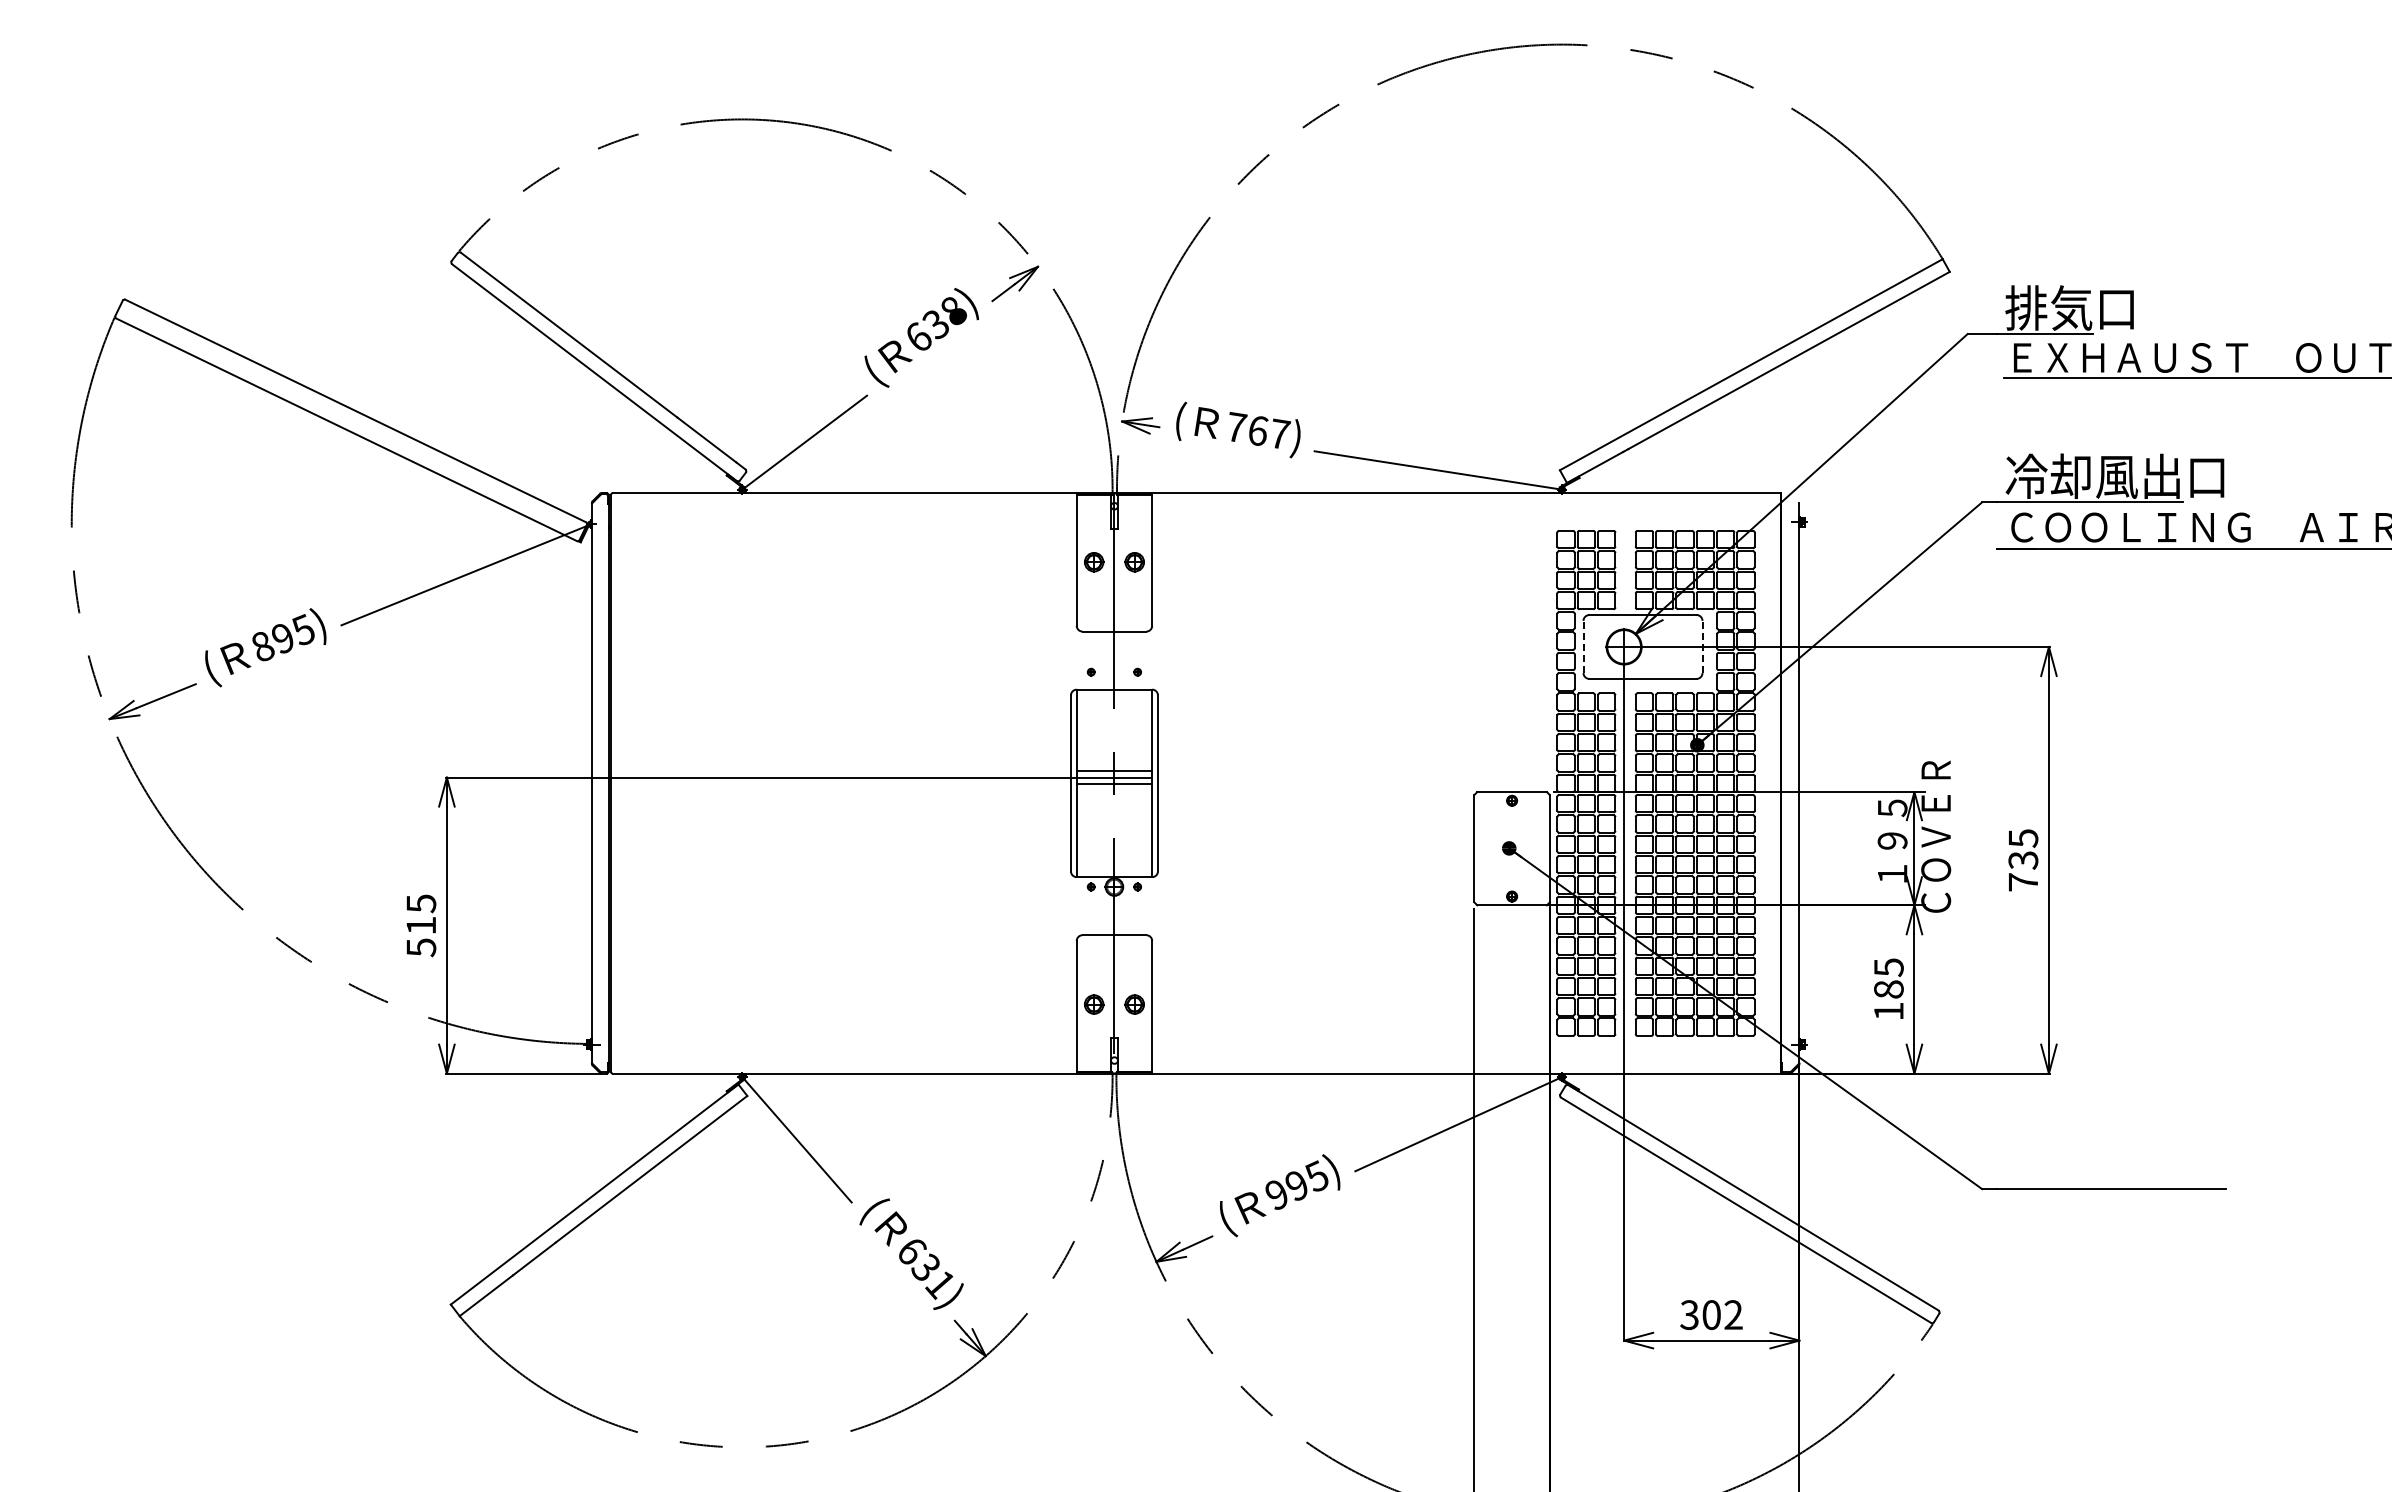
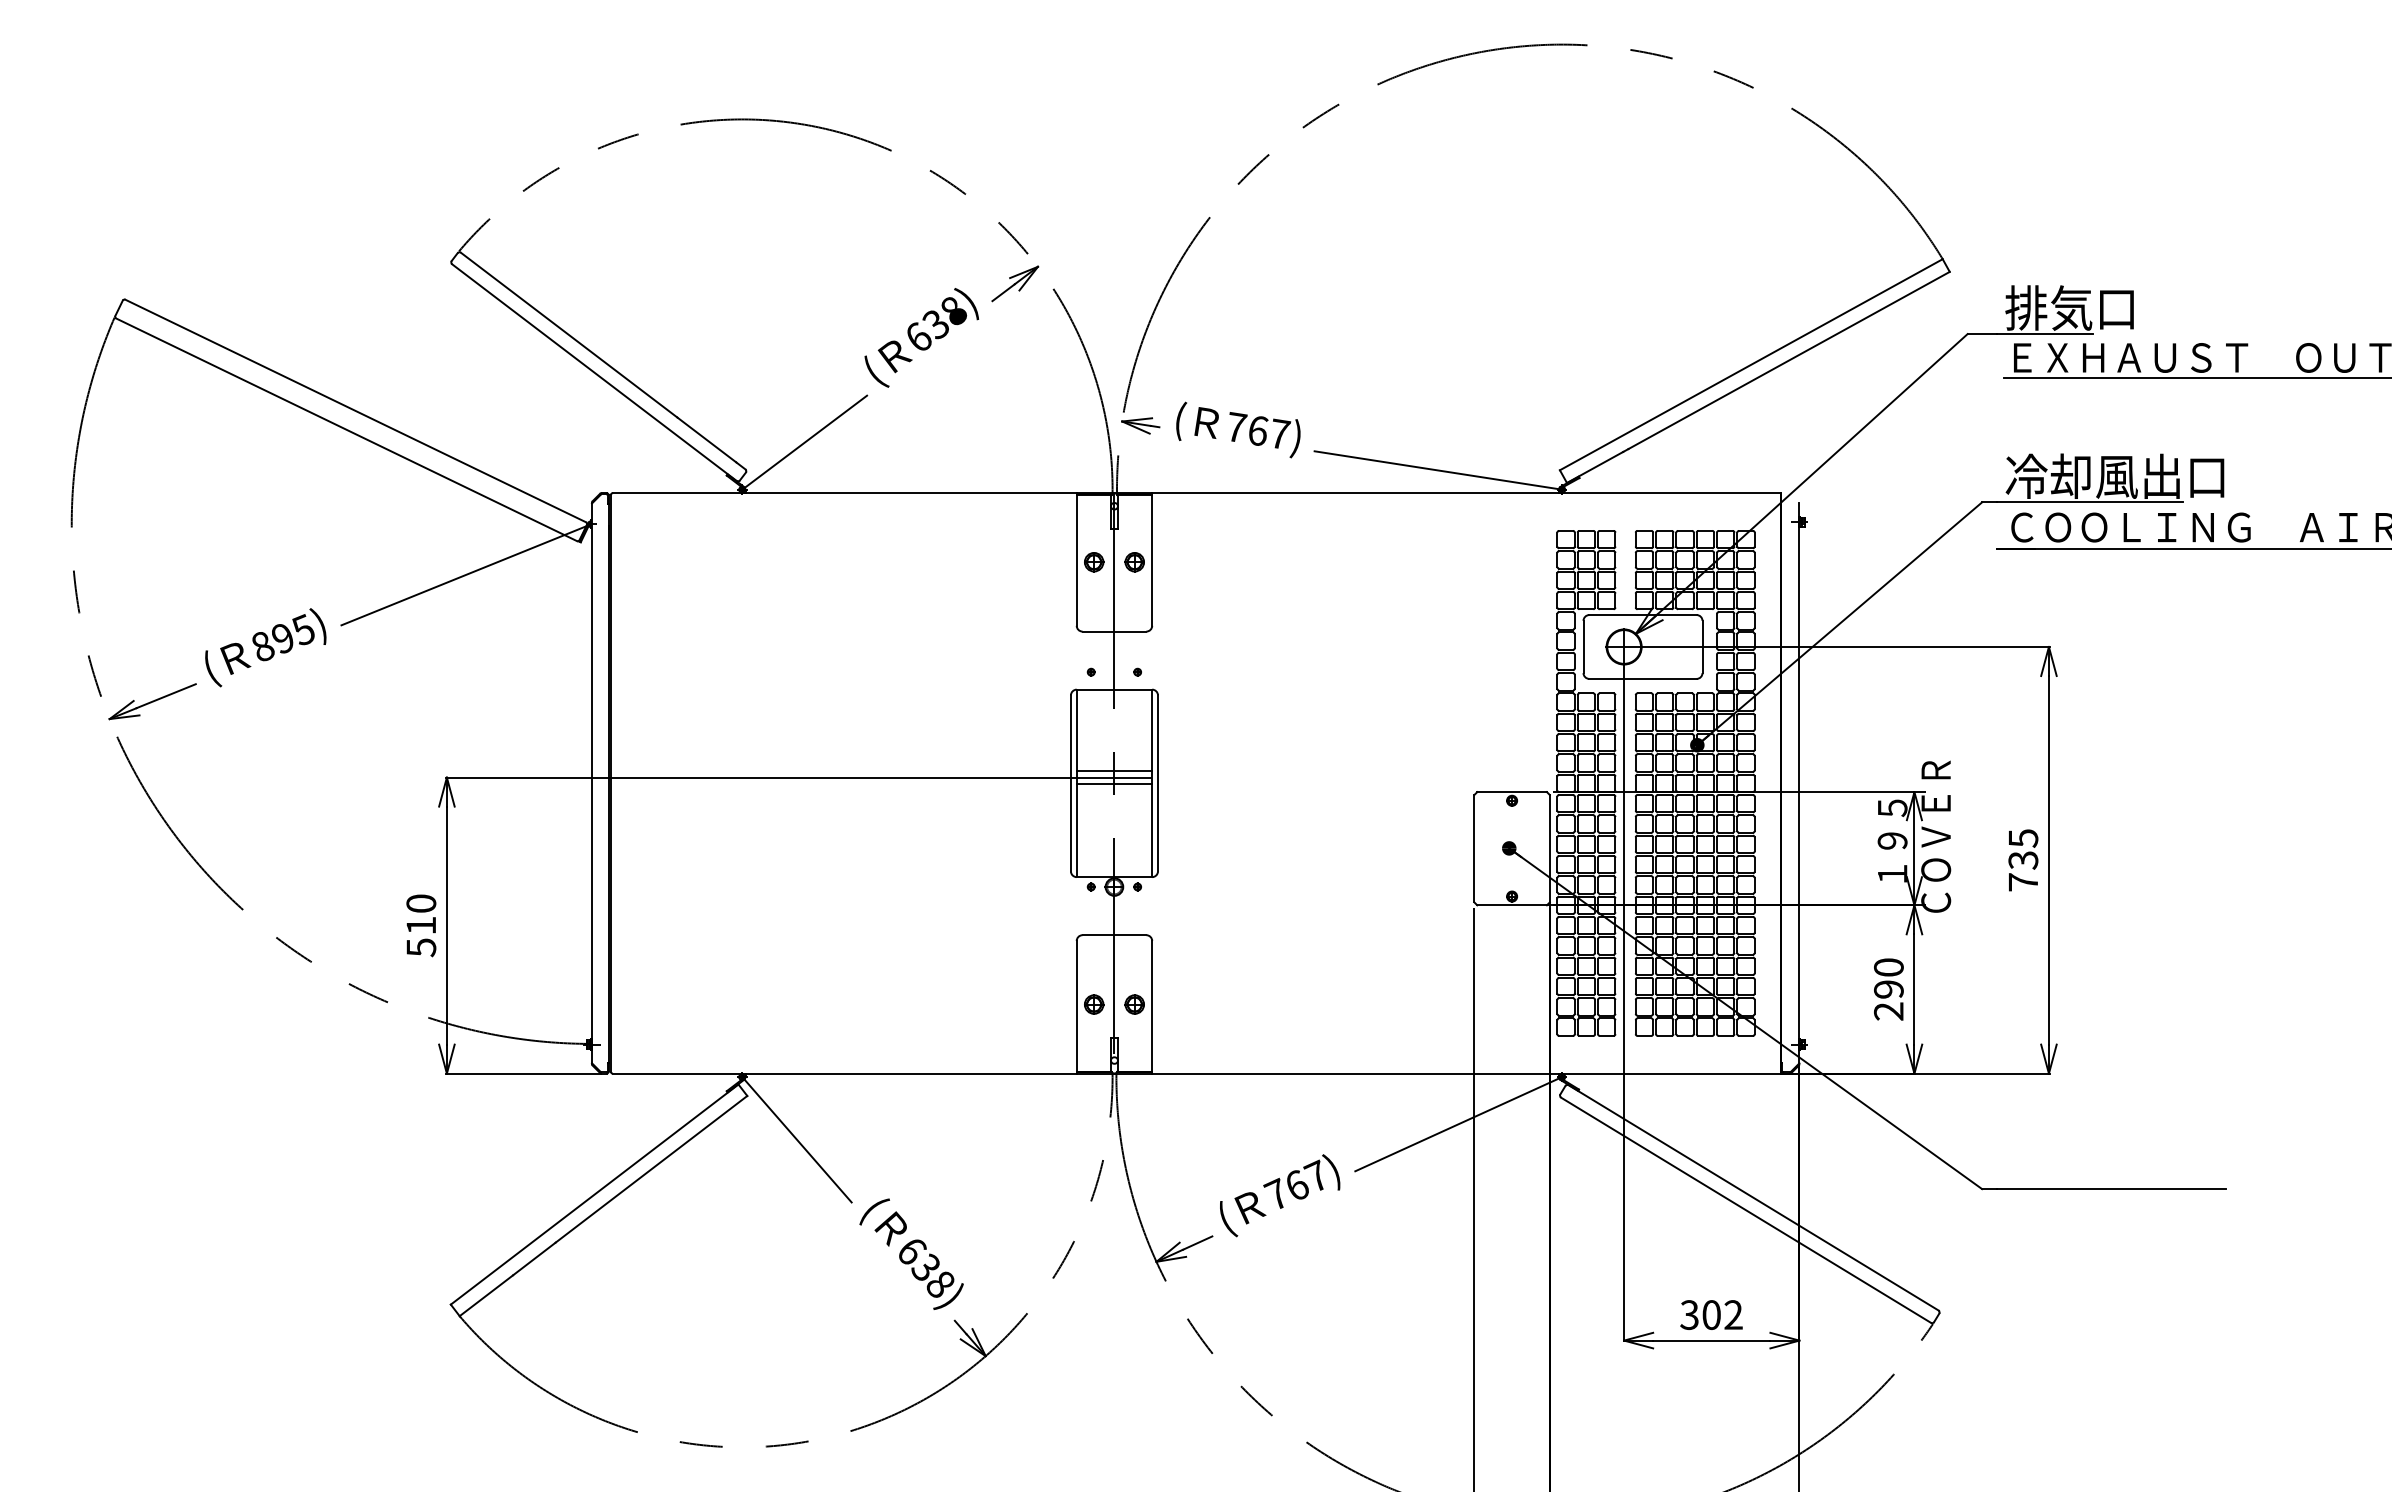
line at (1583, 646): dashed -> solid
line at (1702, 646): dashed -> solid
text at (421, 903): 515 -> 510
text at (1888, 989): 185 -> 290
text at (1295, 1184): 995) -> 767)
text at (939, 1285): 631) -> 638)
